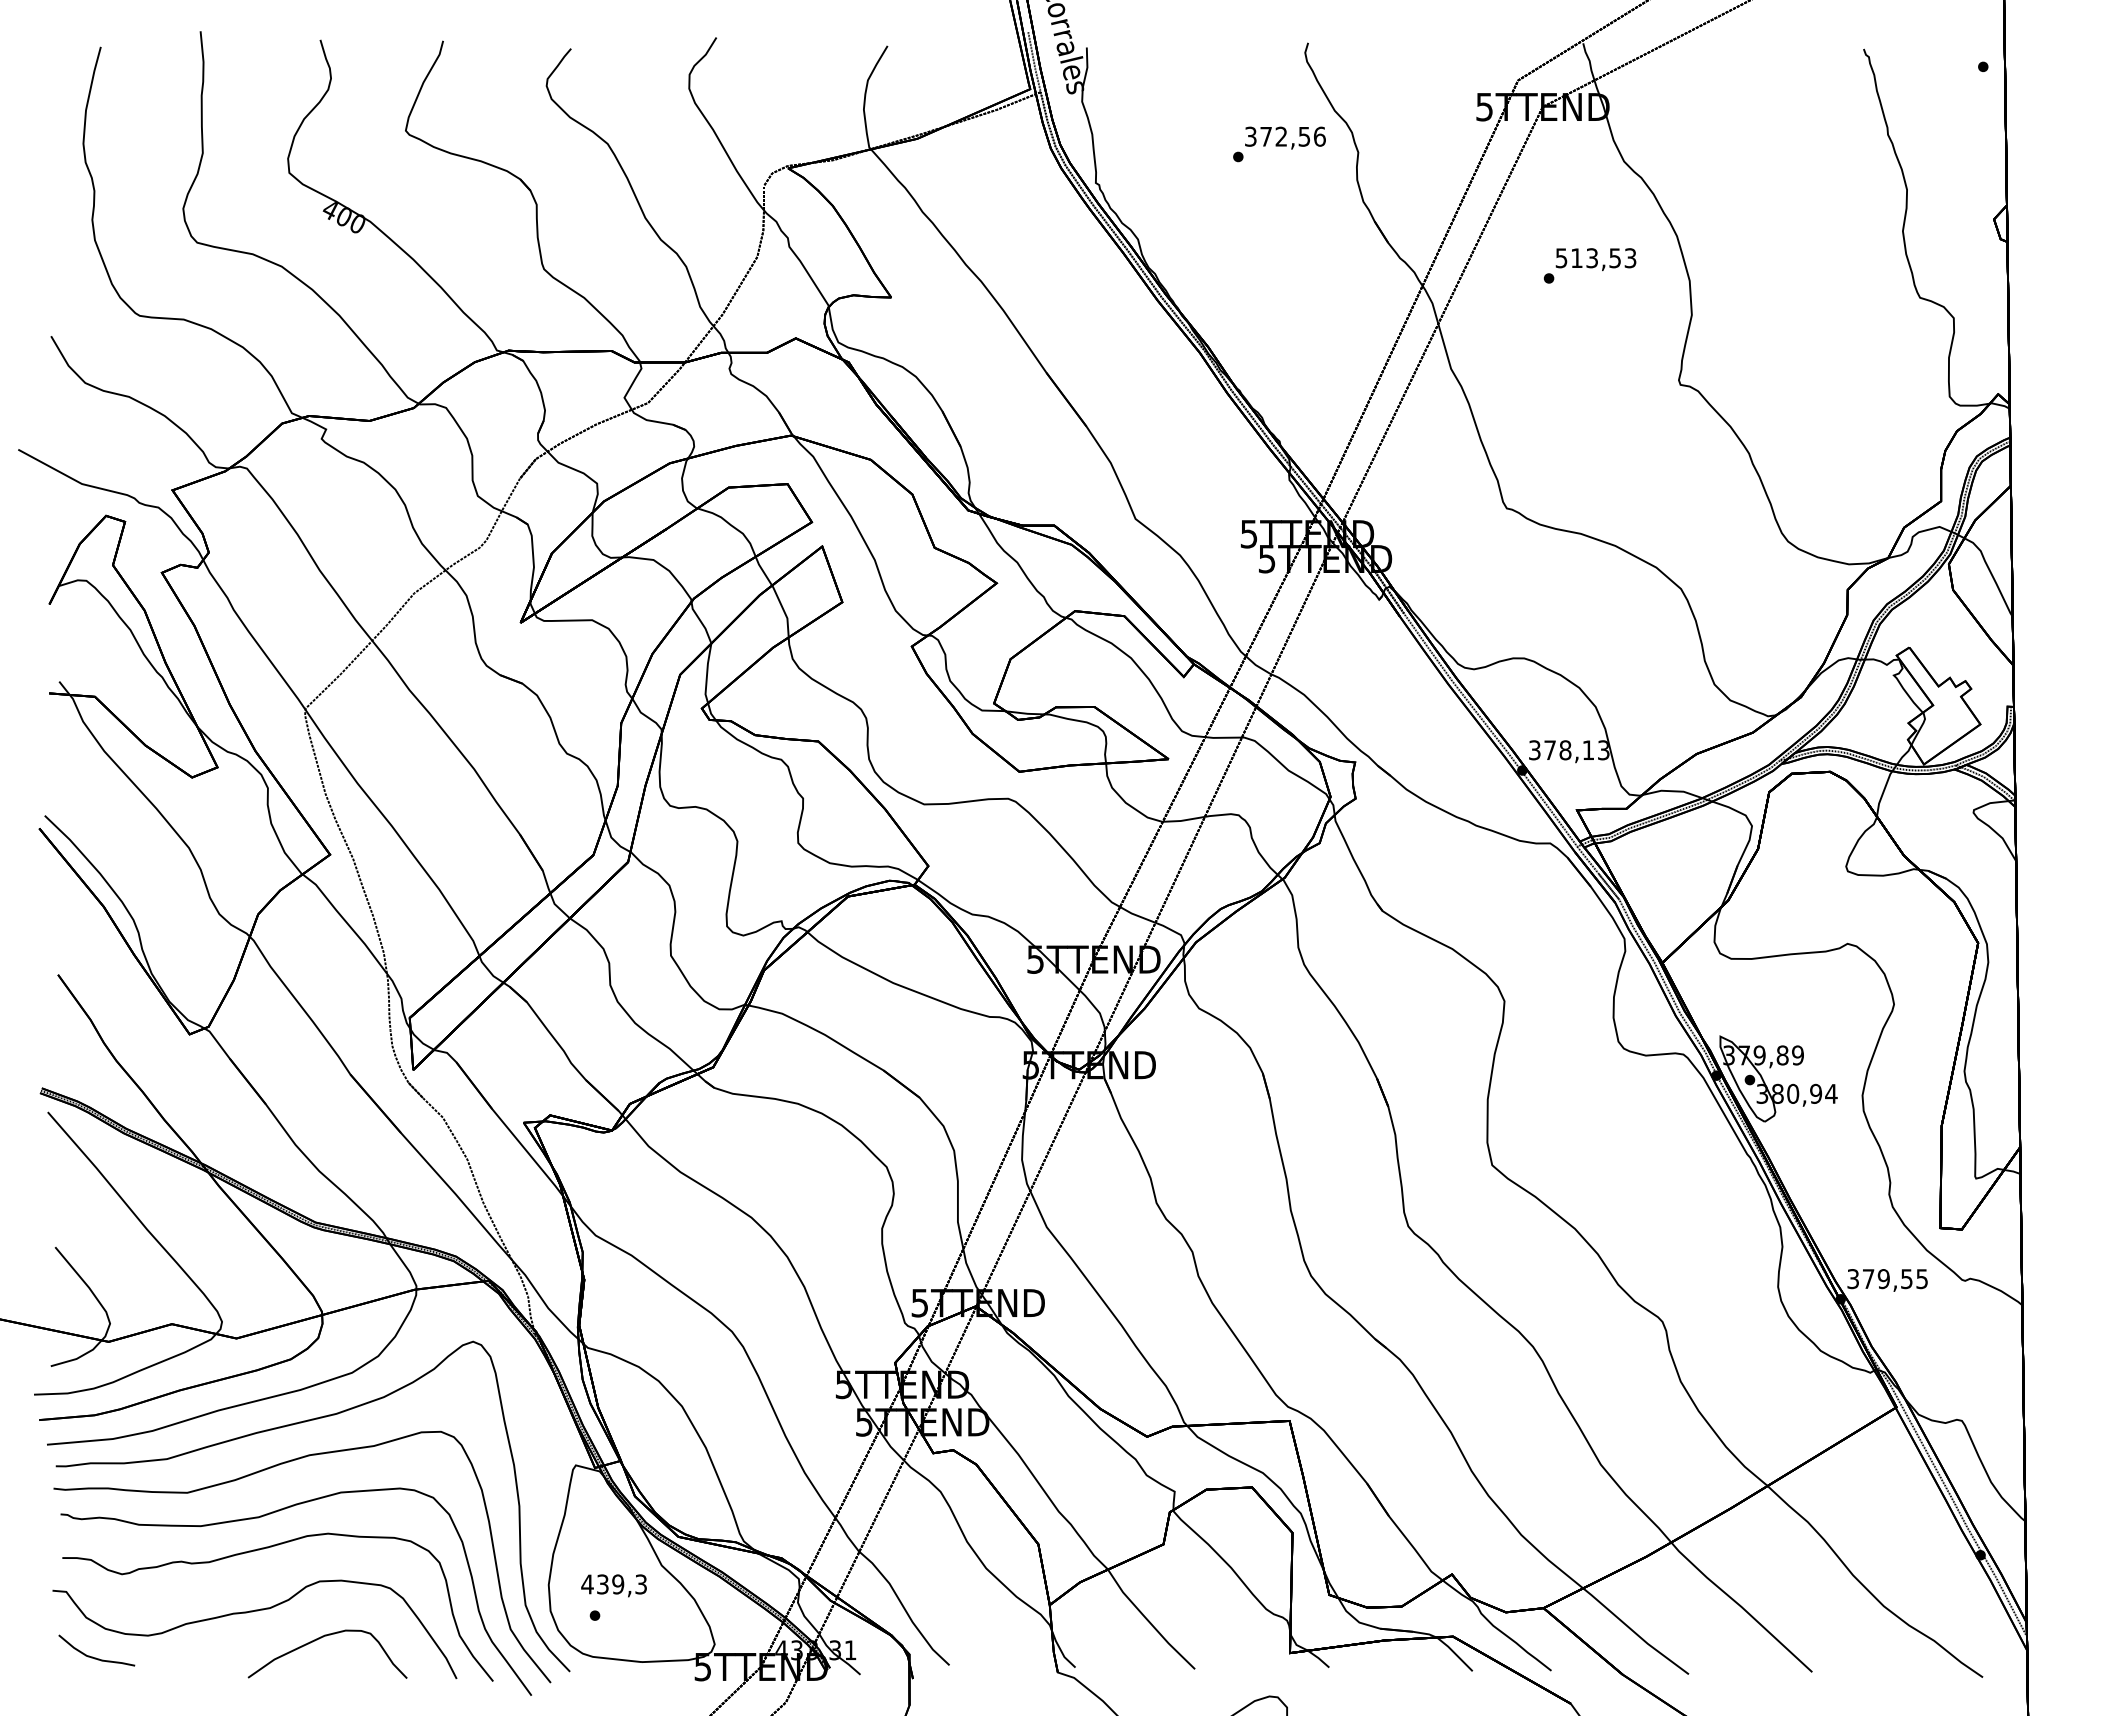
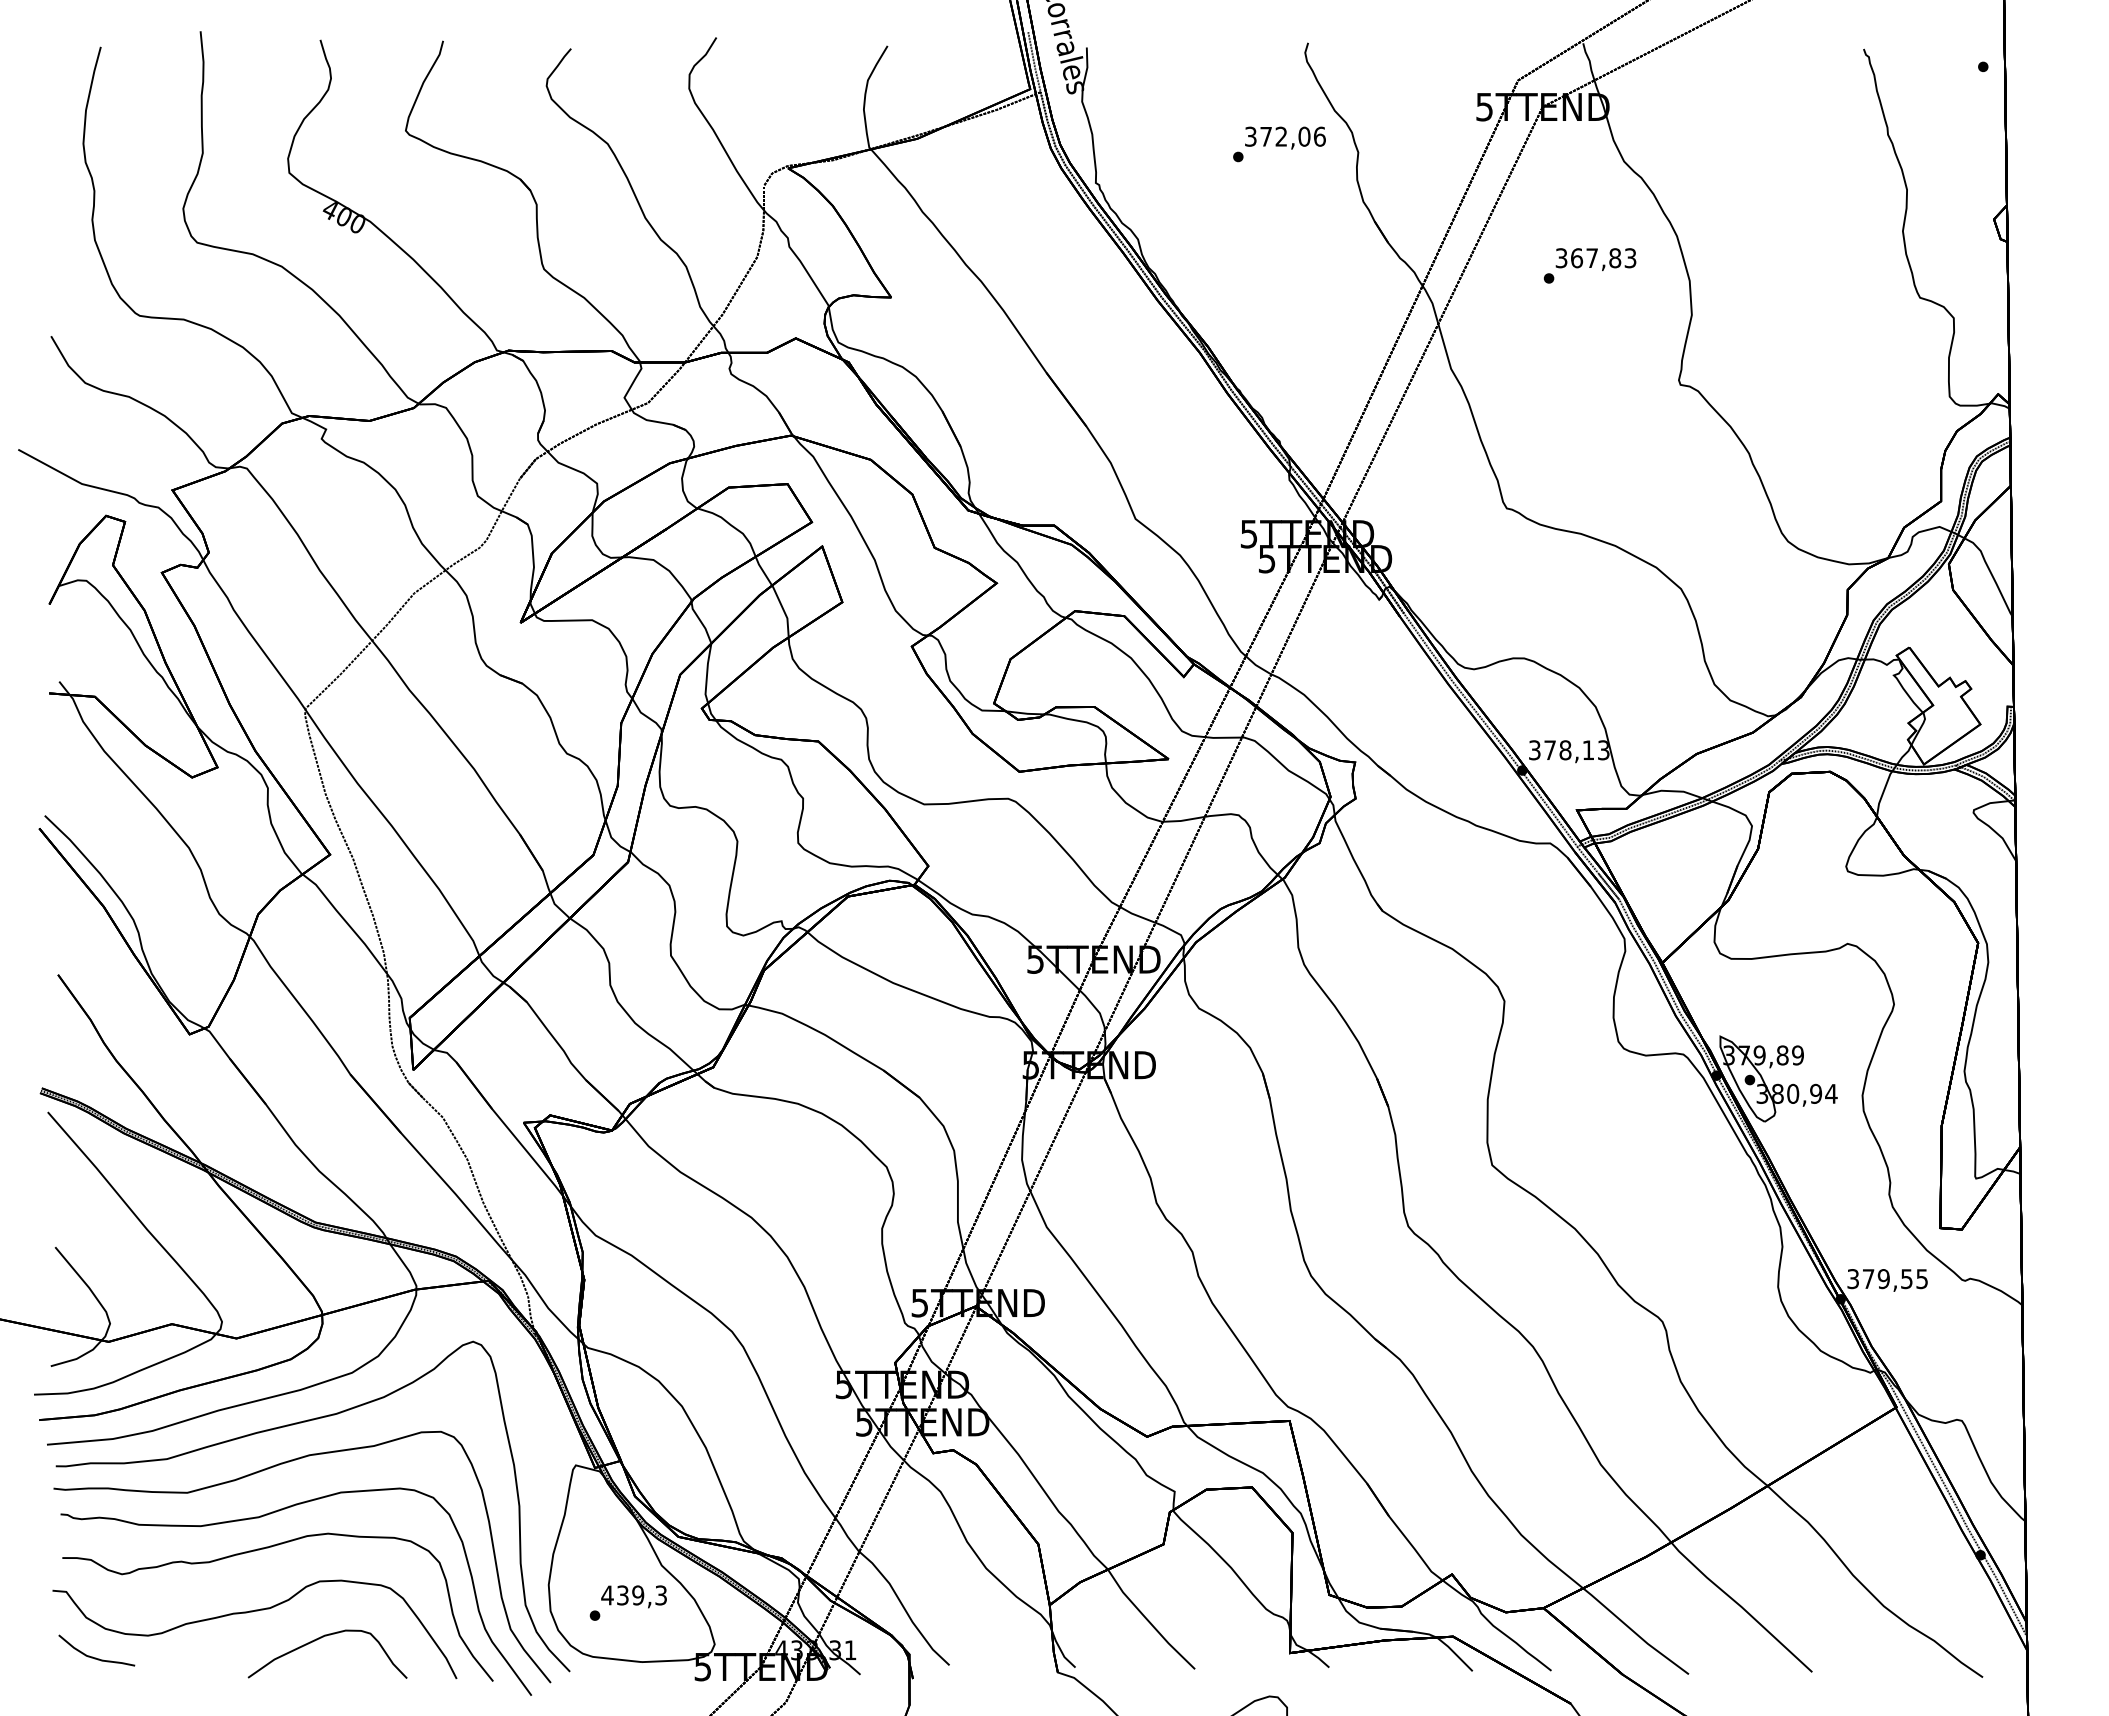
text at (1304, 136): 372,56 -> 372,06
text at (1588, 258): 513,53 -> 367,83
text at (613, 1585) position: (613, 1585) -> (633, 1596)
